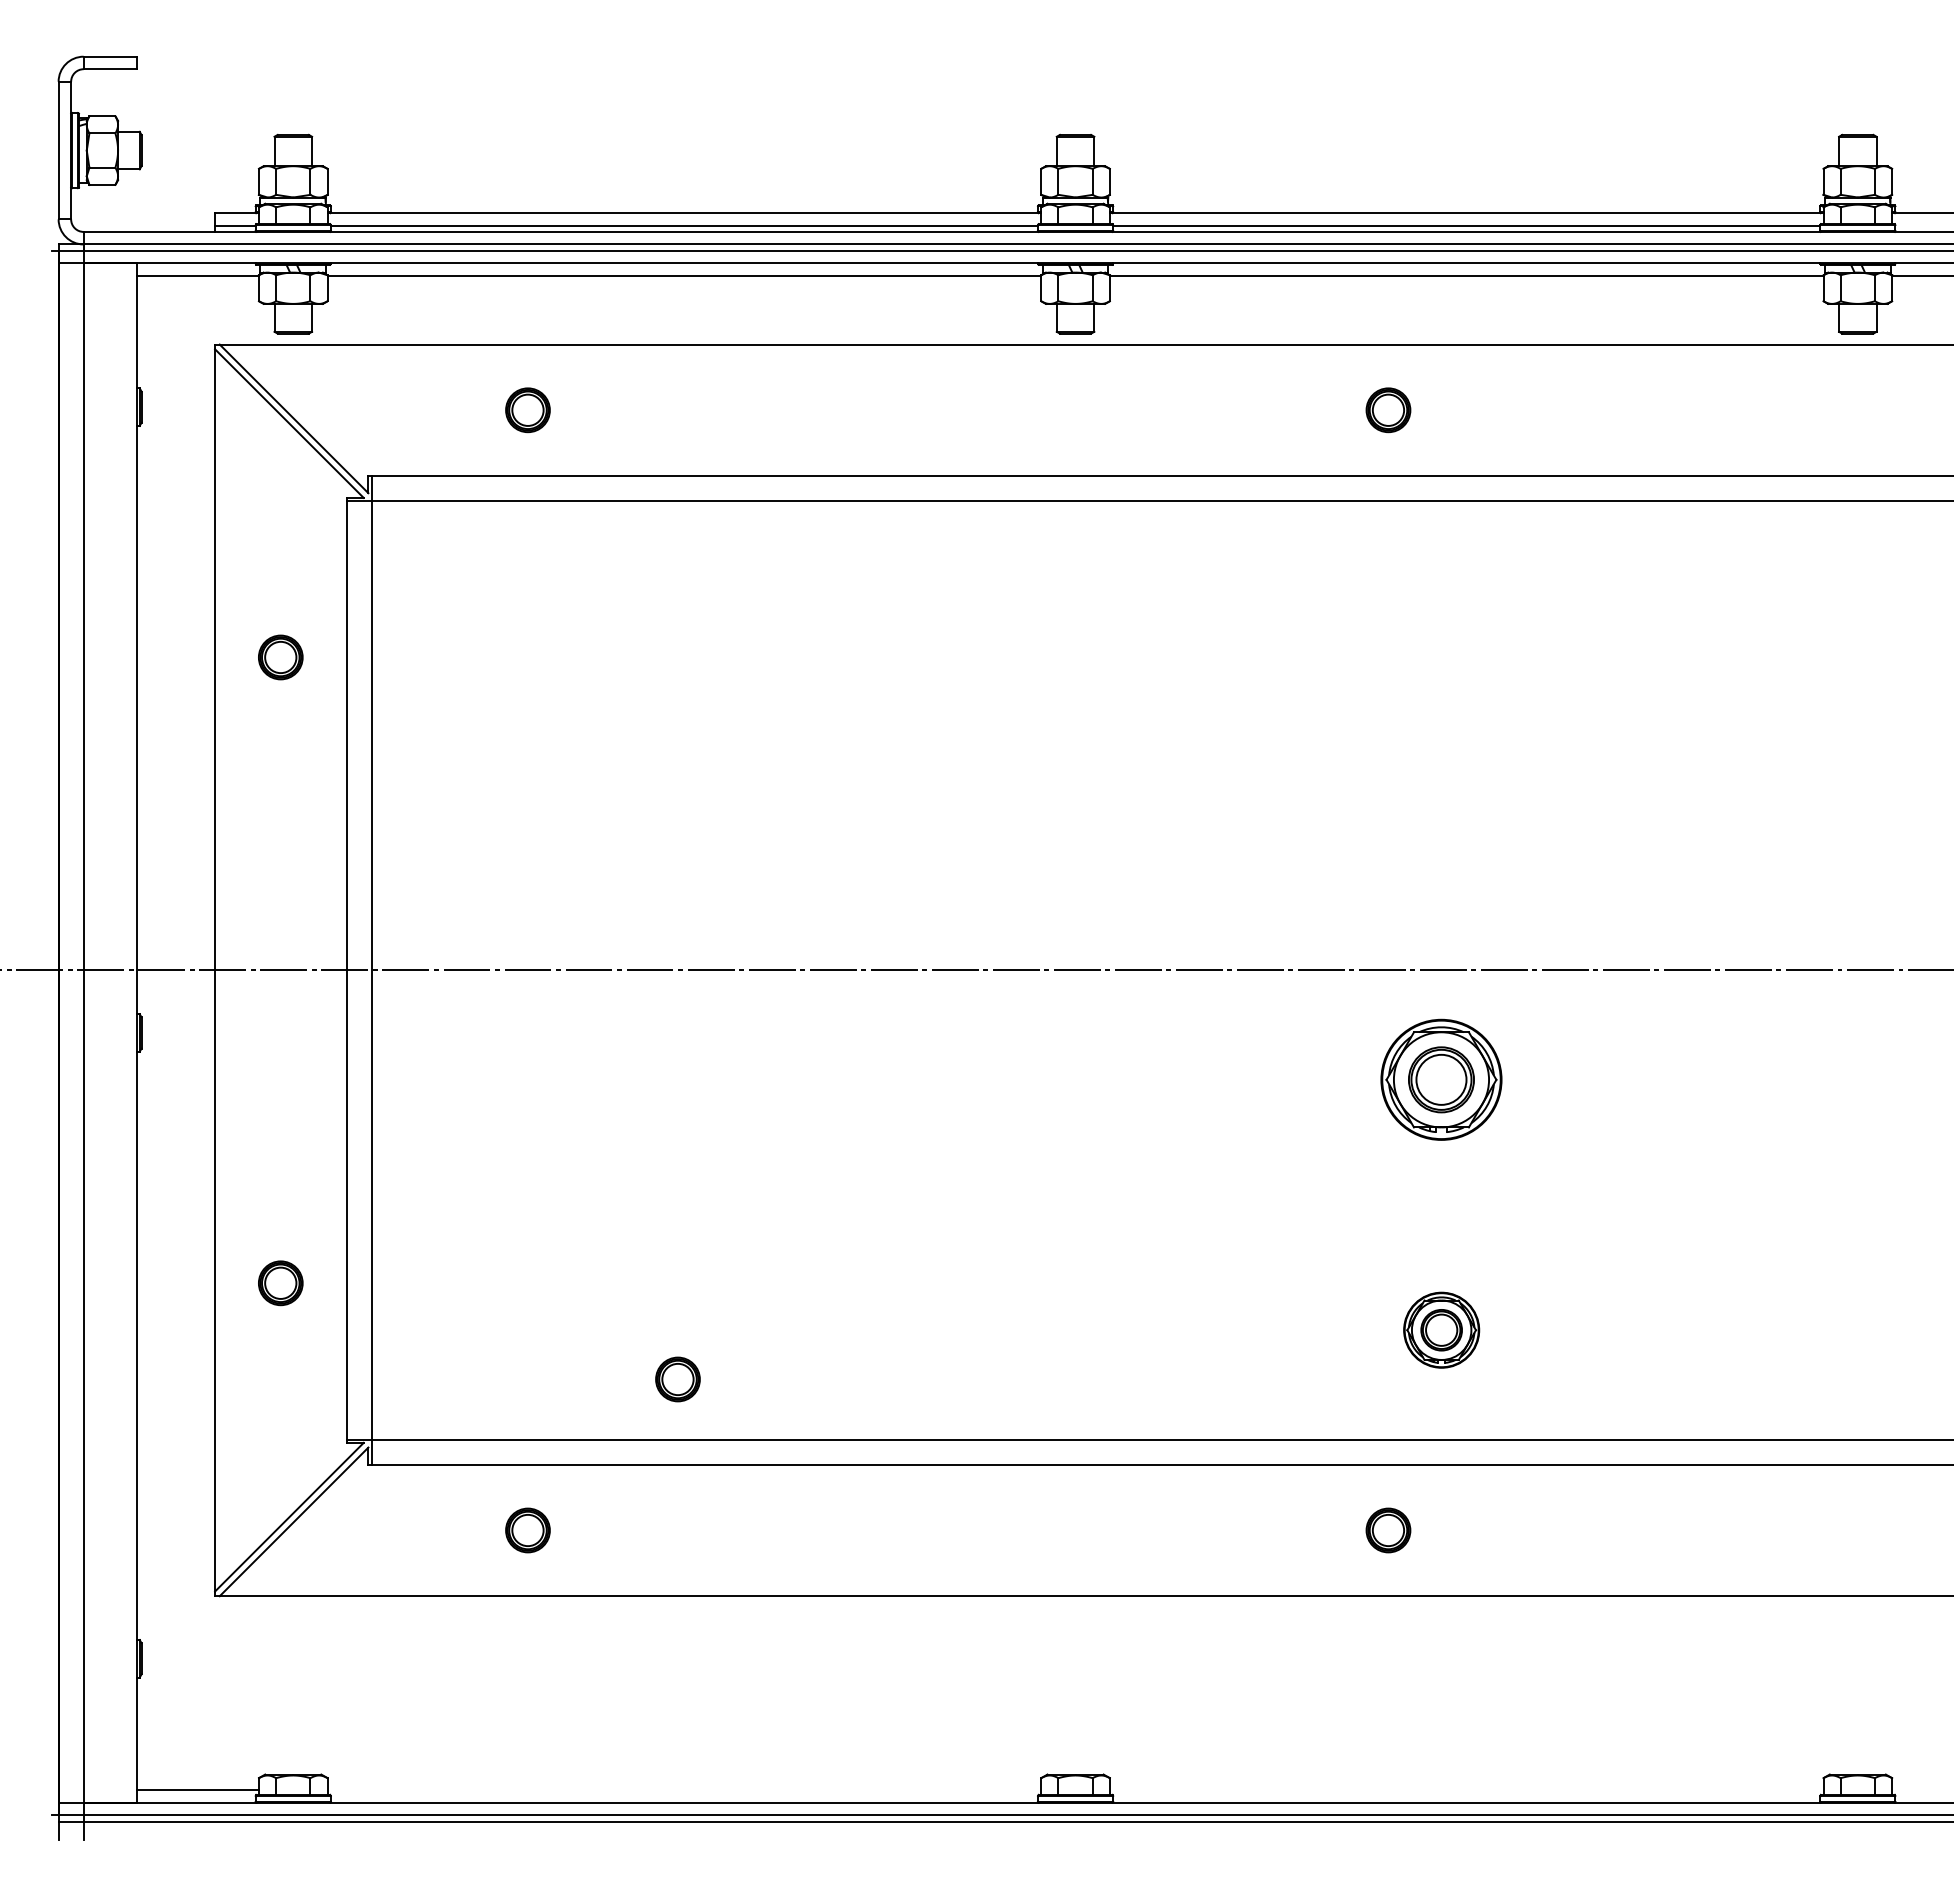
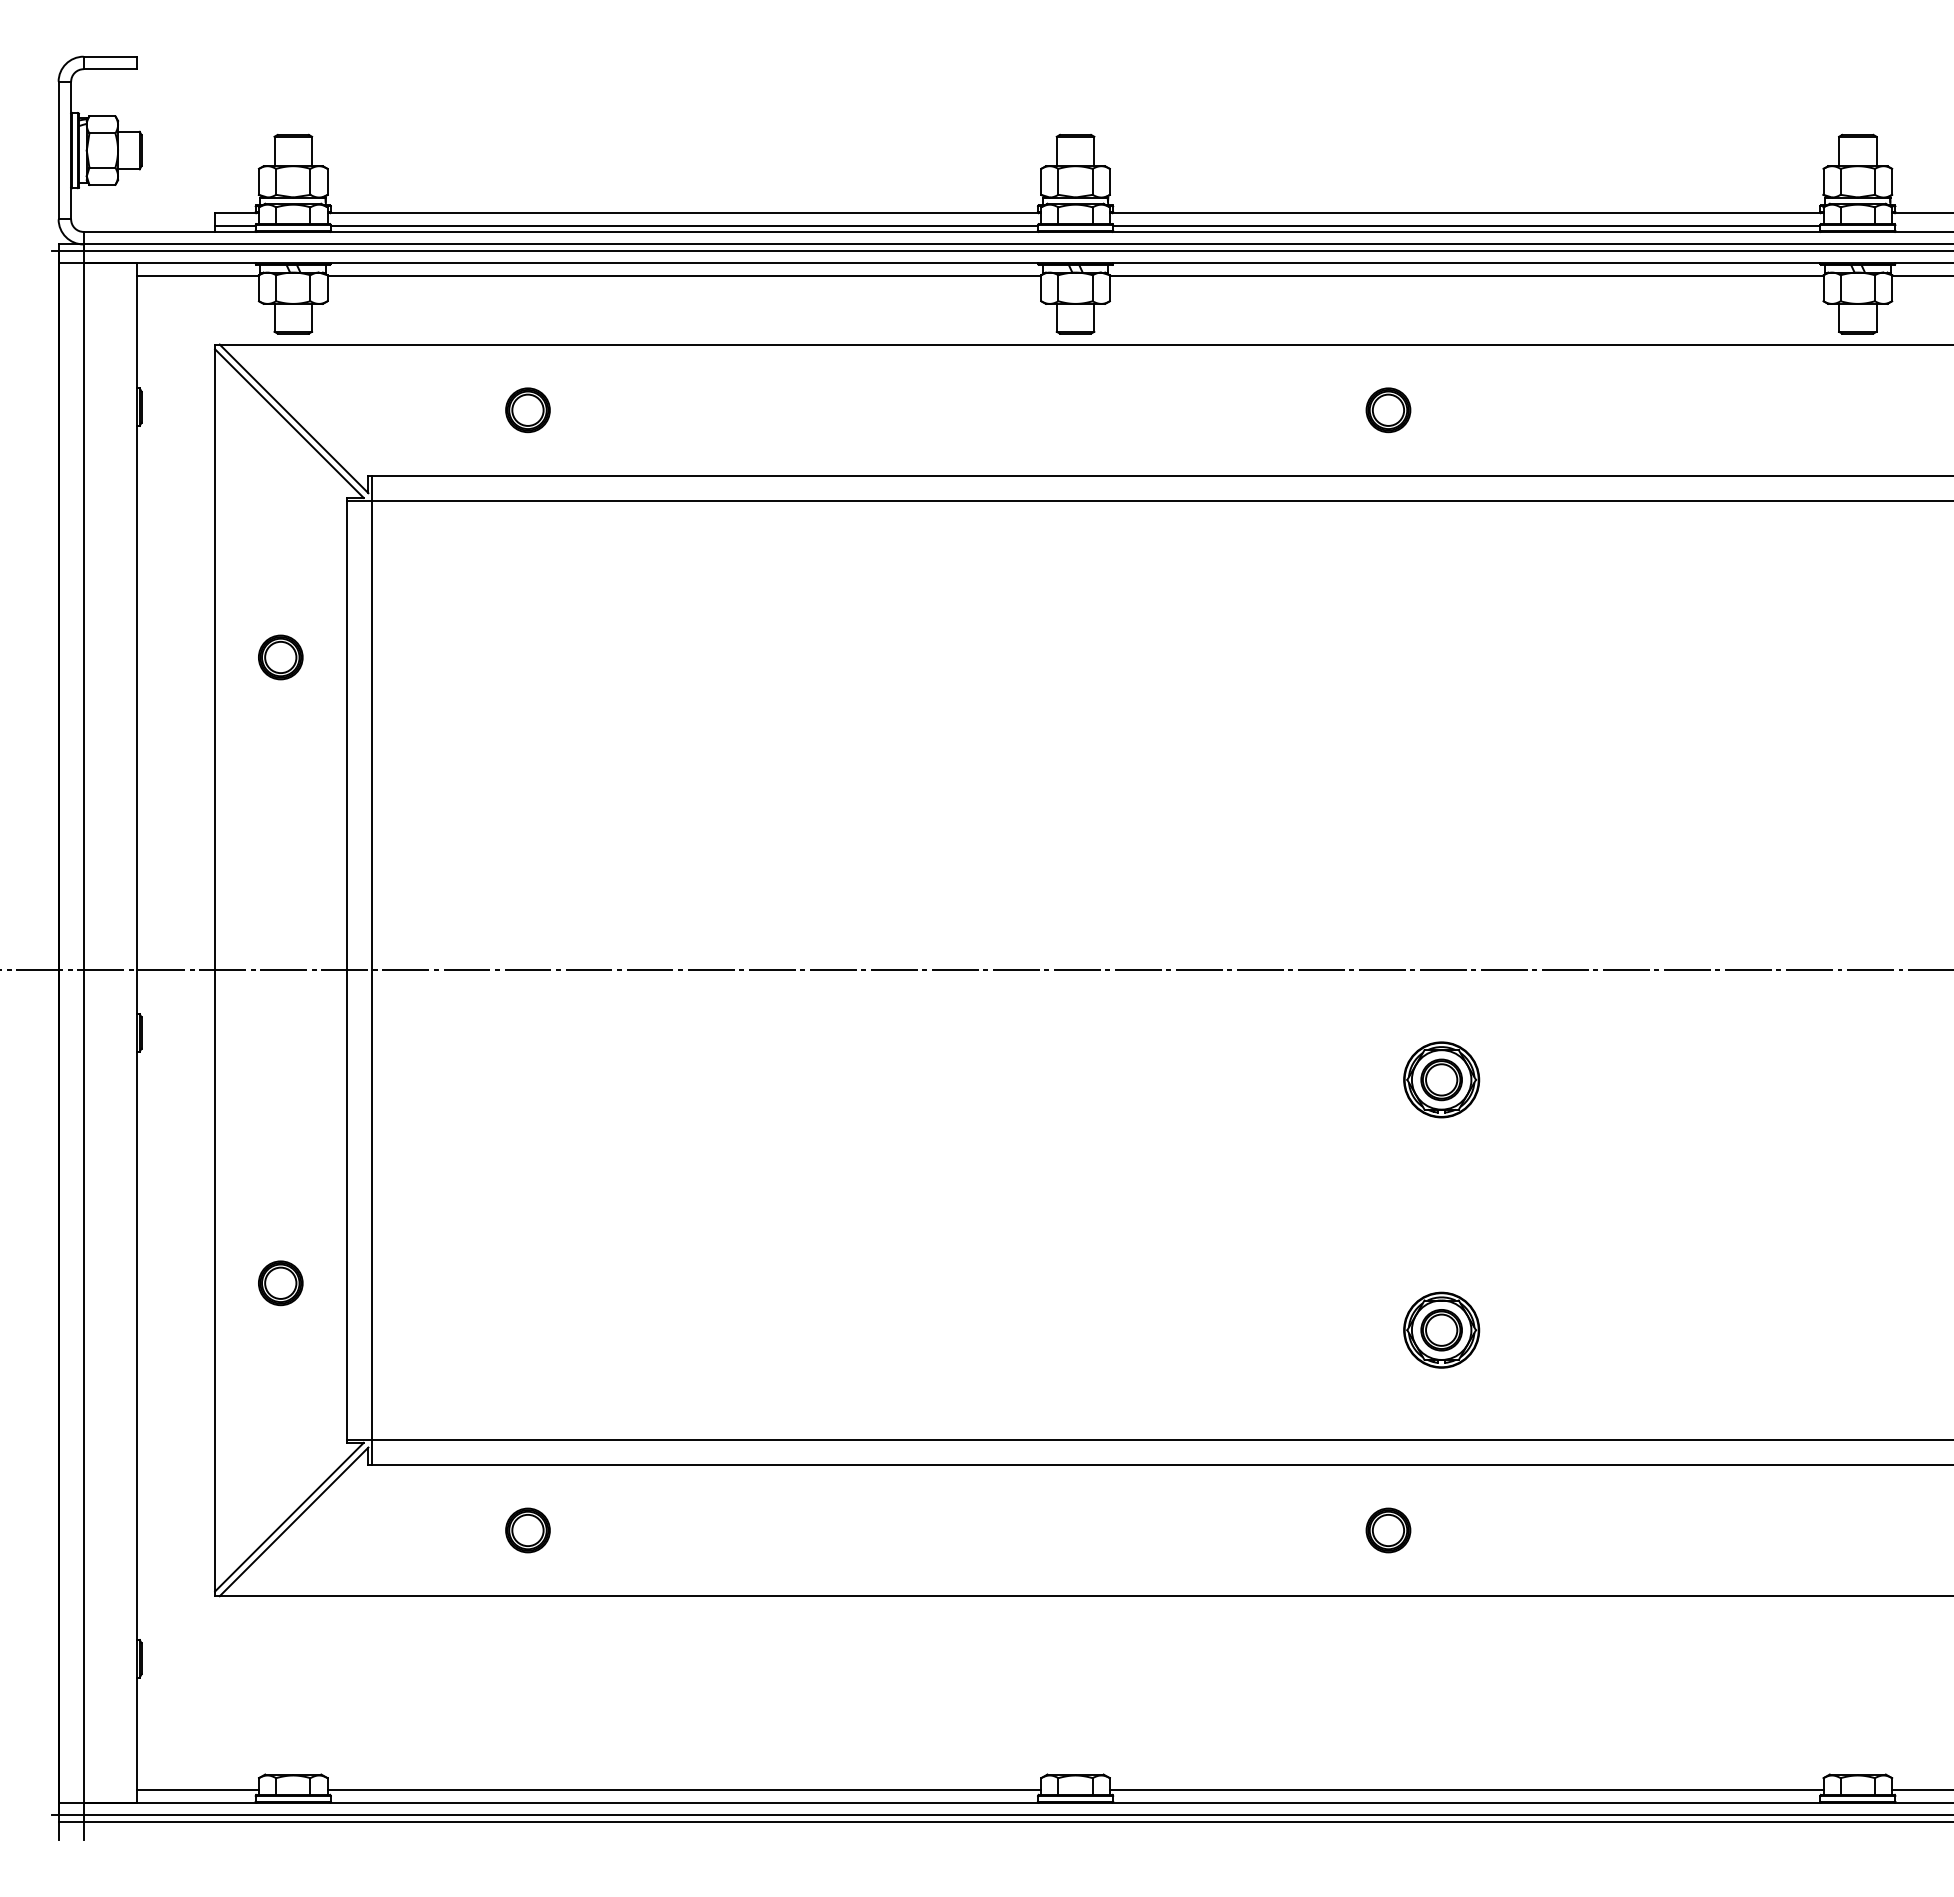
part at (1441, 1079) size: 123x123 px -> 78x78 px
part at (677, 1379): present -> none
line at (684, 1790): none -> present
line at (1466, 1790): none -> present
line at (1921, 1790): none -> present
